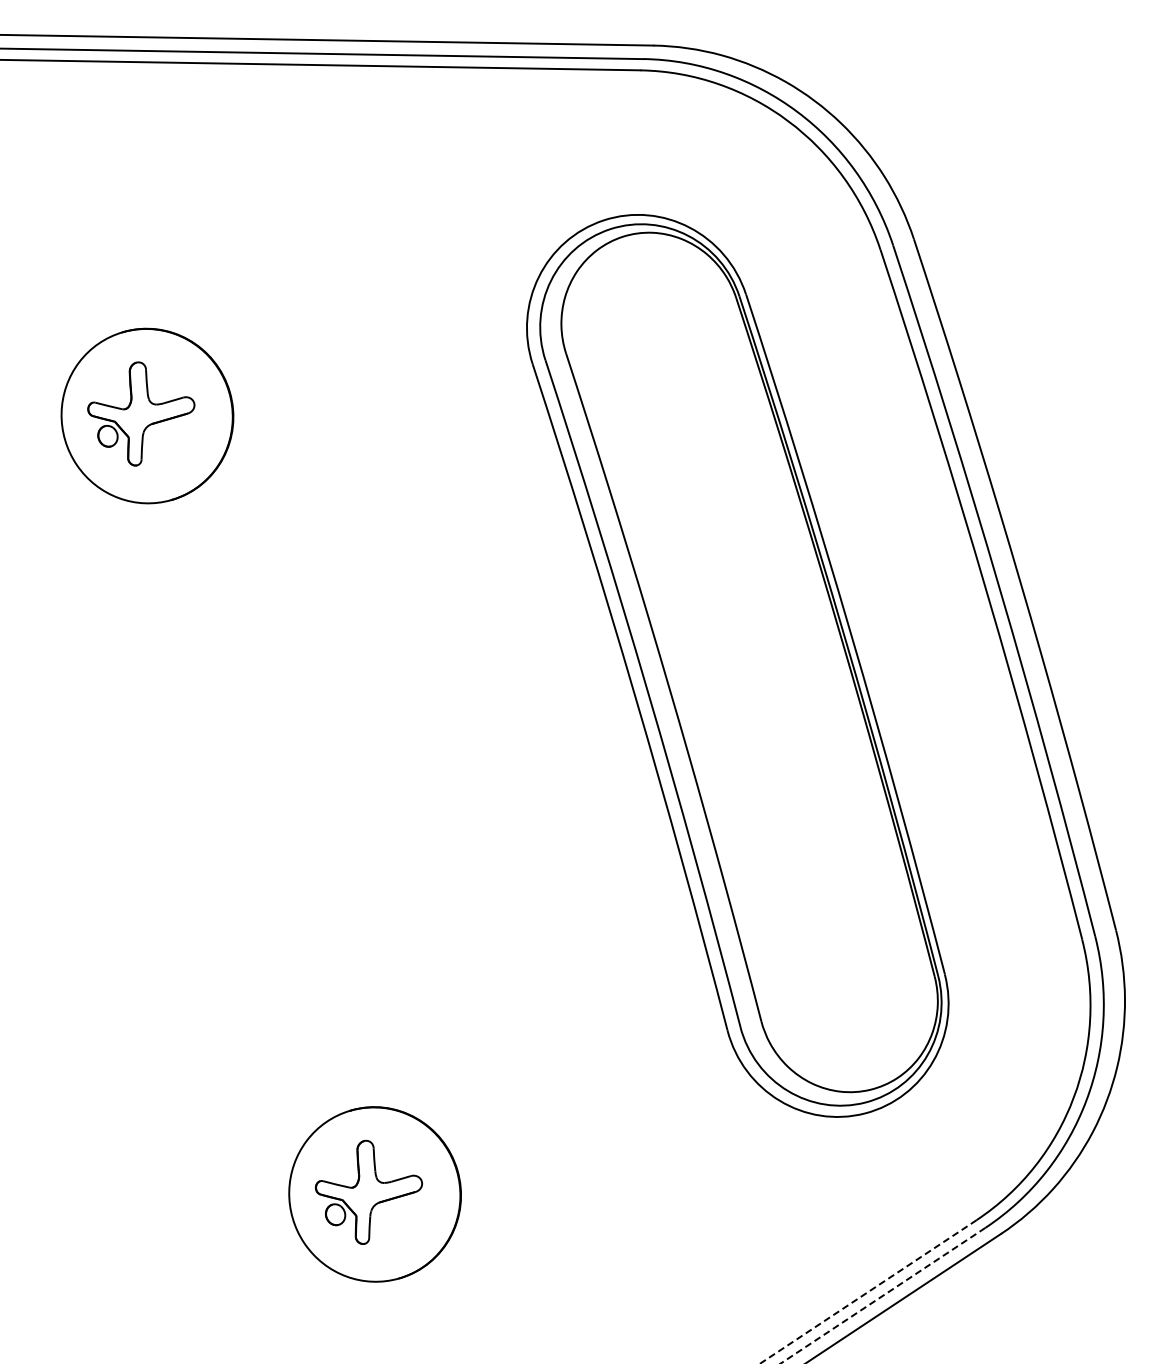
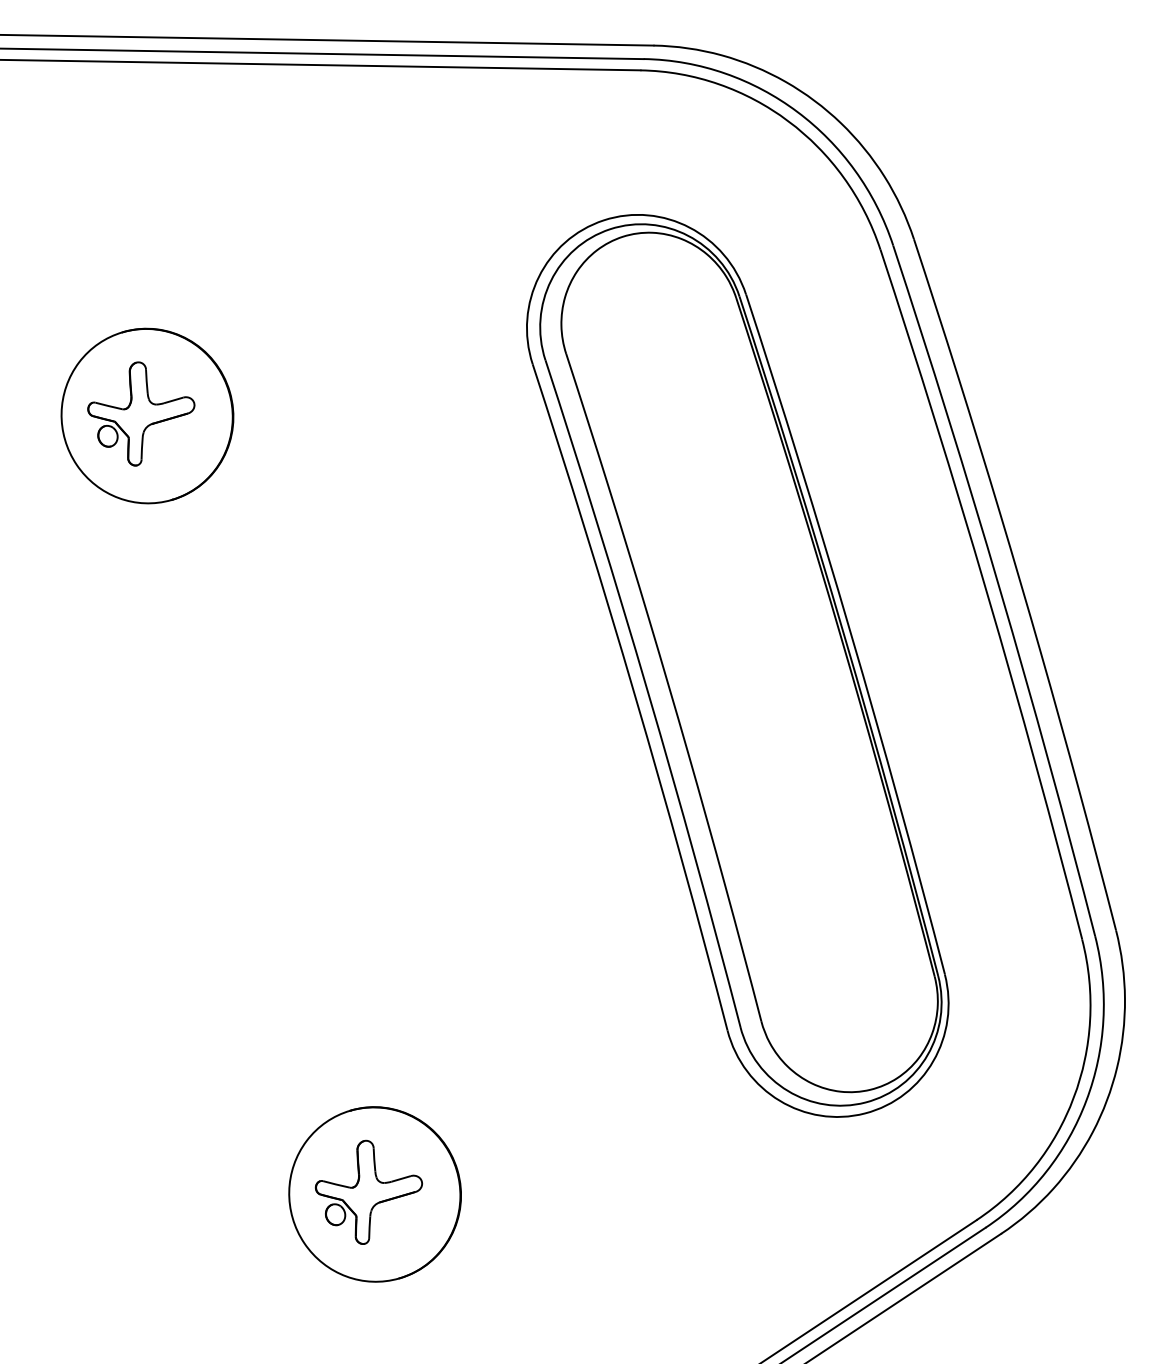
line at (868, 1291): dashed -> solid
line at (882, 1295): dashed -> solid
